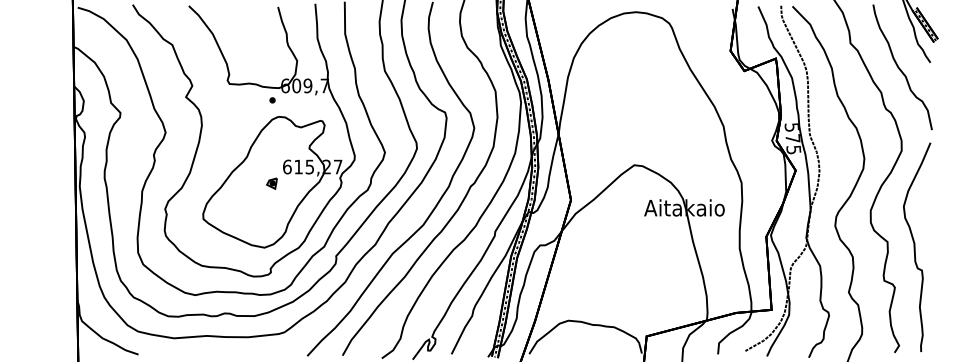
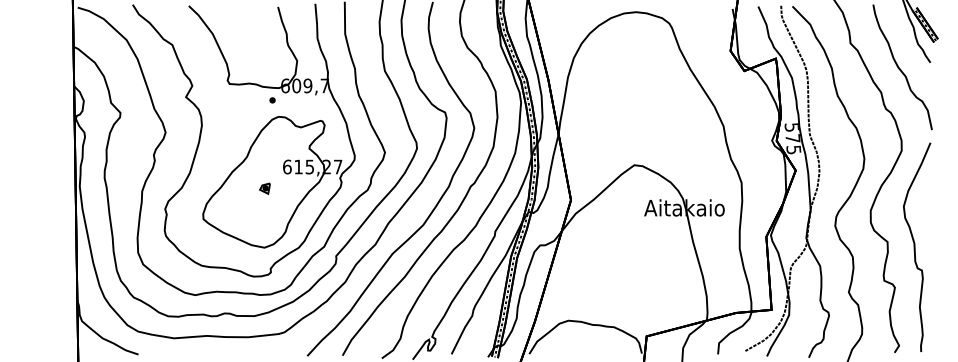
part at (271, 183) position: (271, 183) -> (264, 188)
